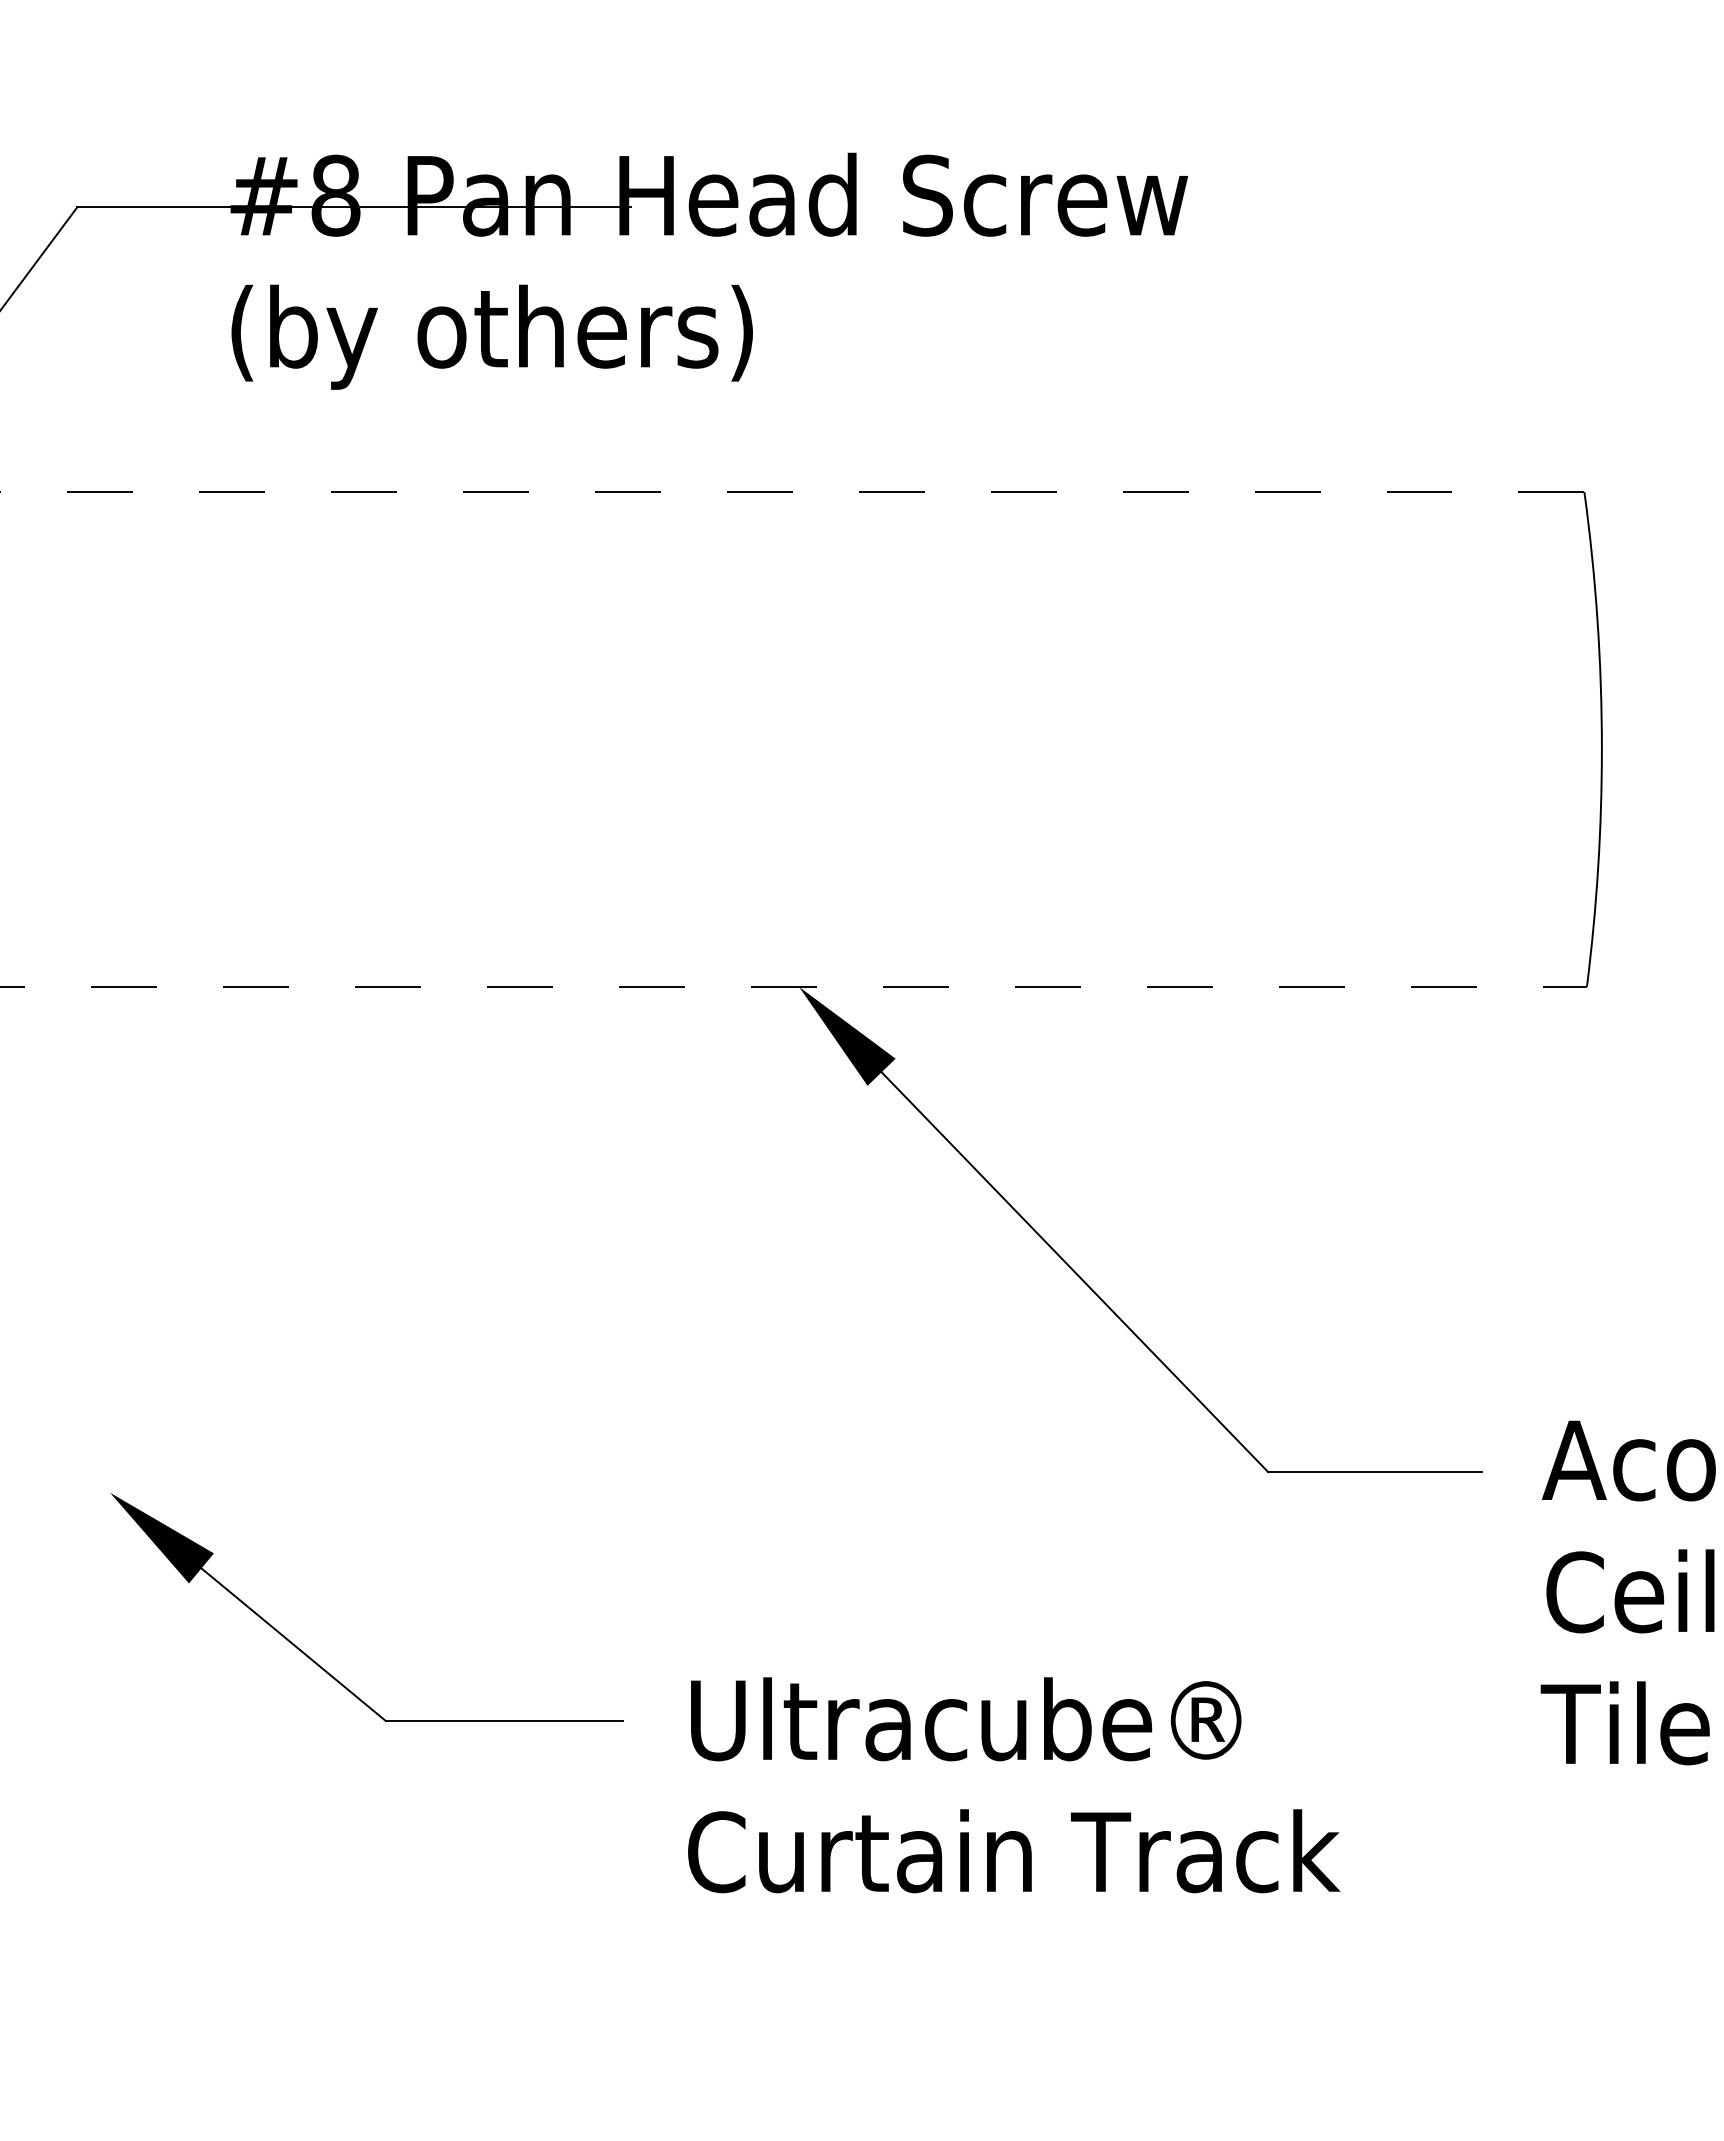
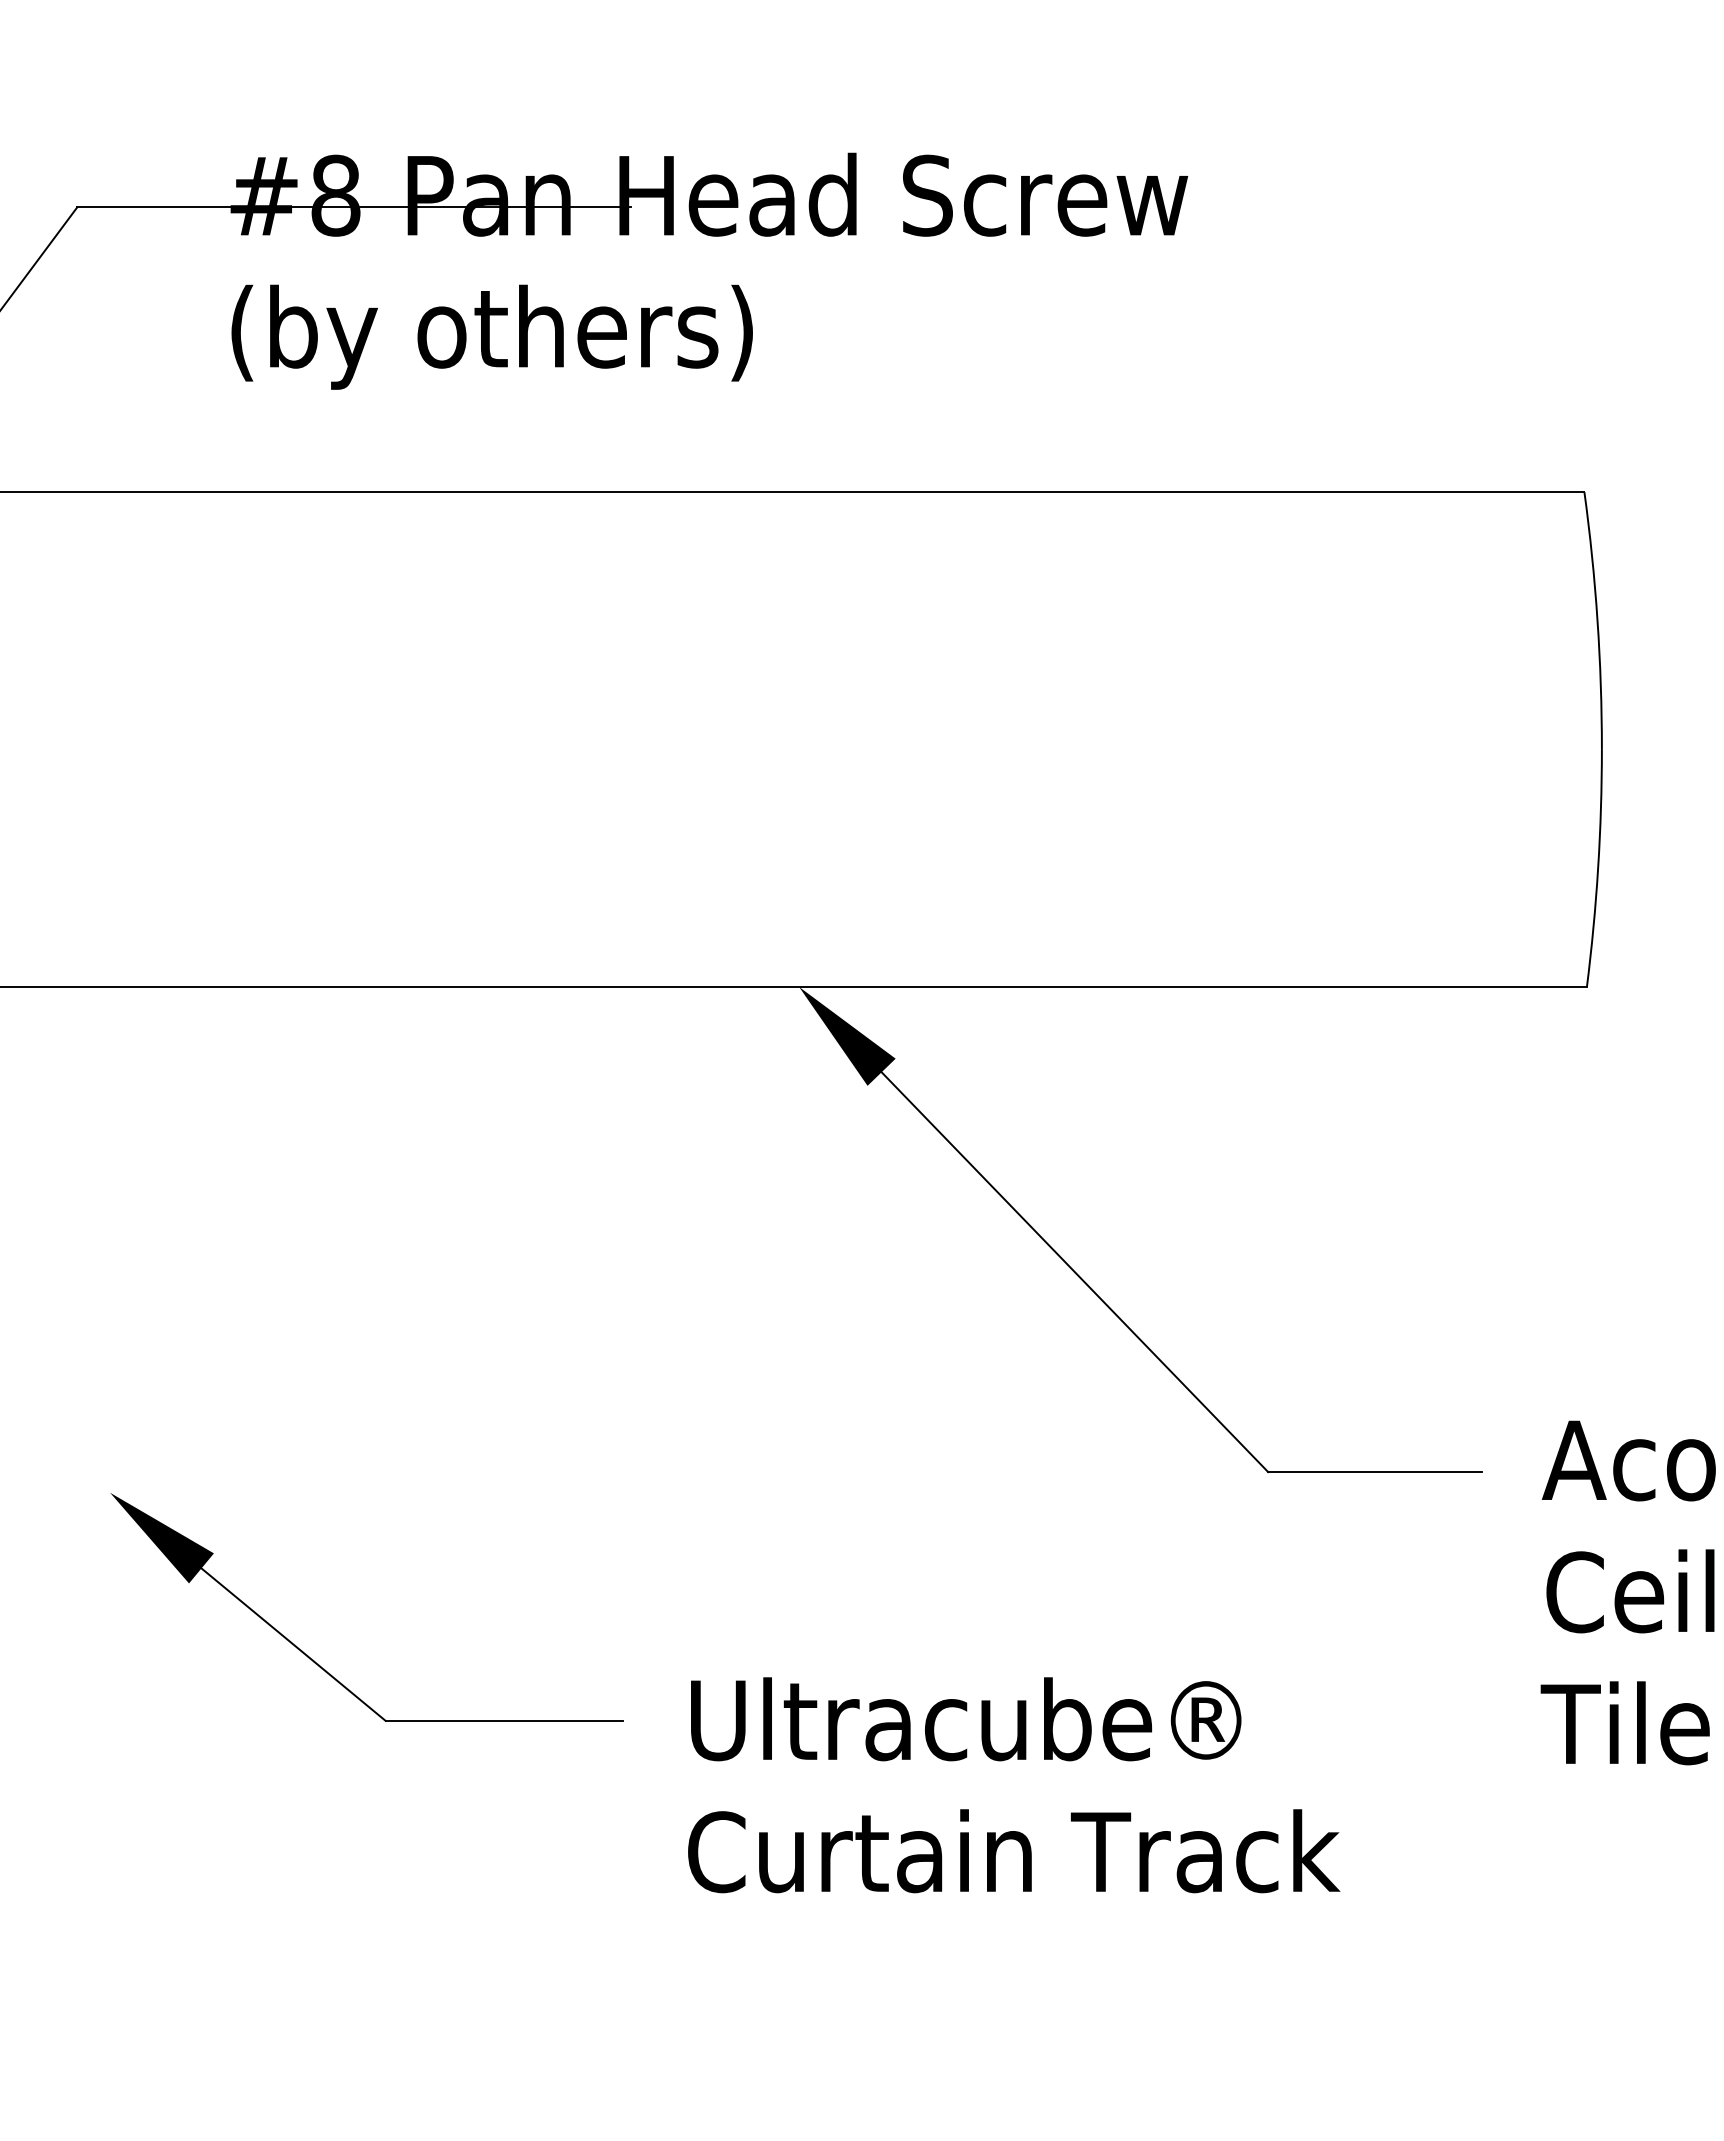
line at (792, 492): dashed -> solid
line at (794, 986): dashed -> solid
